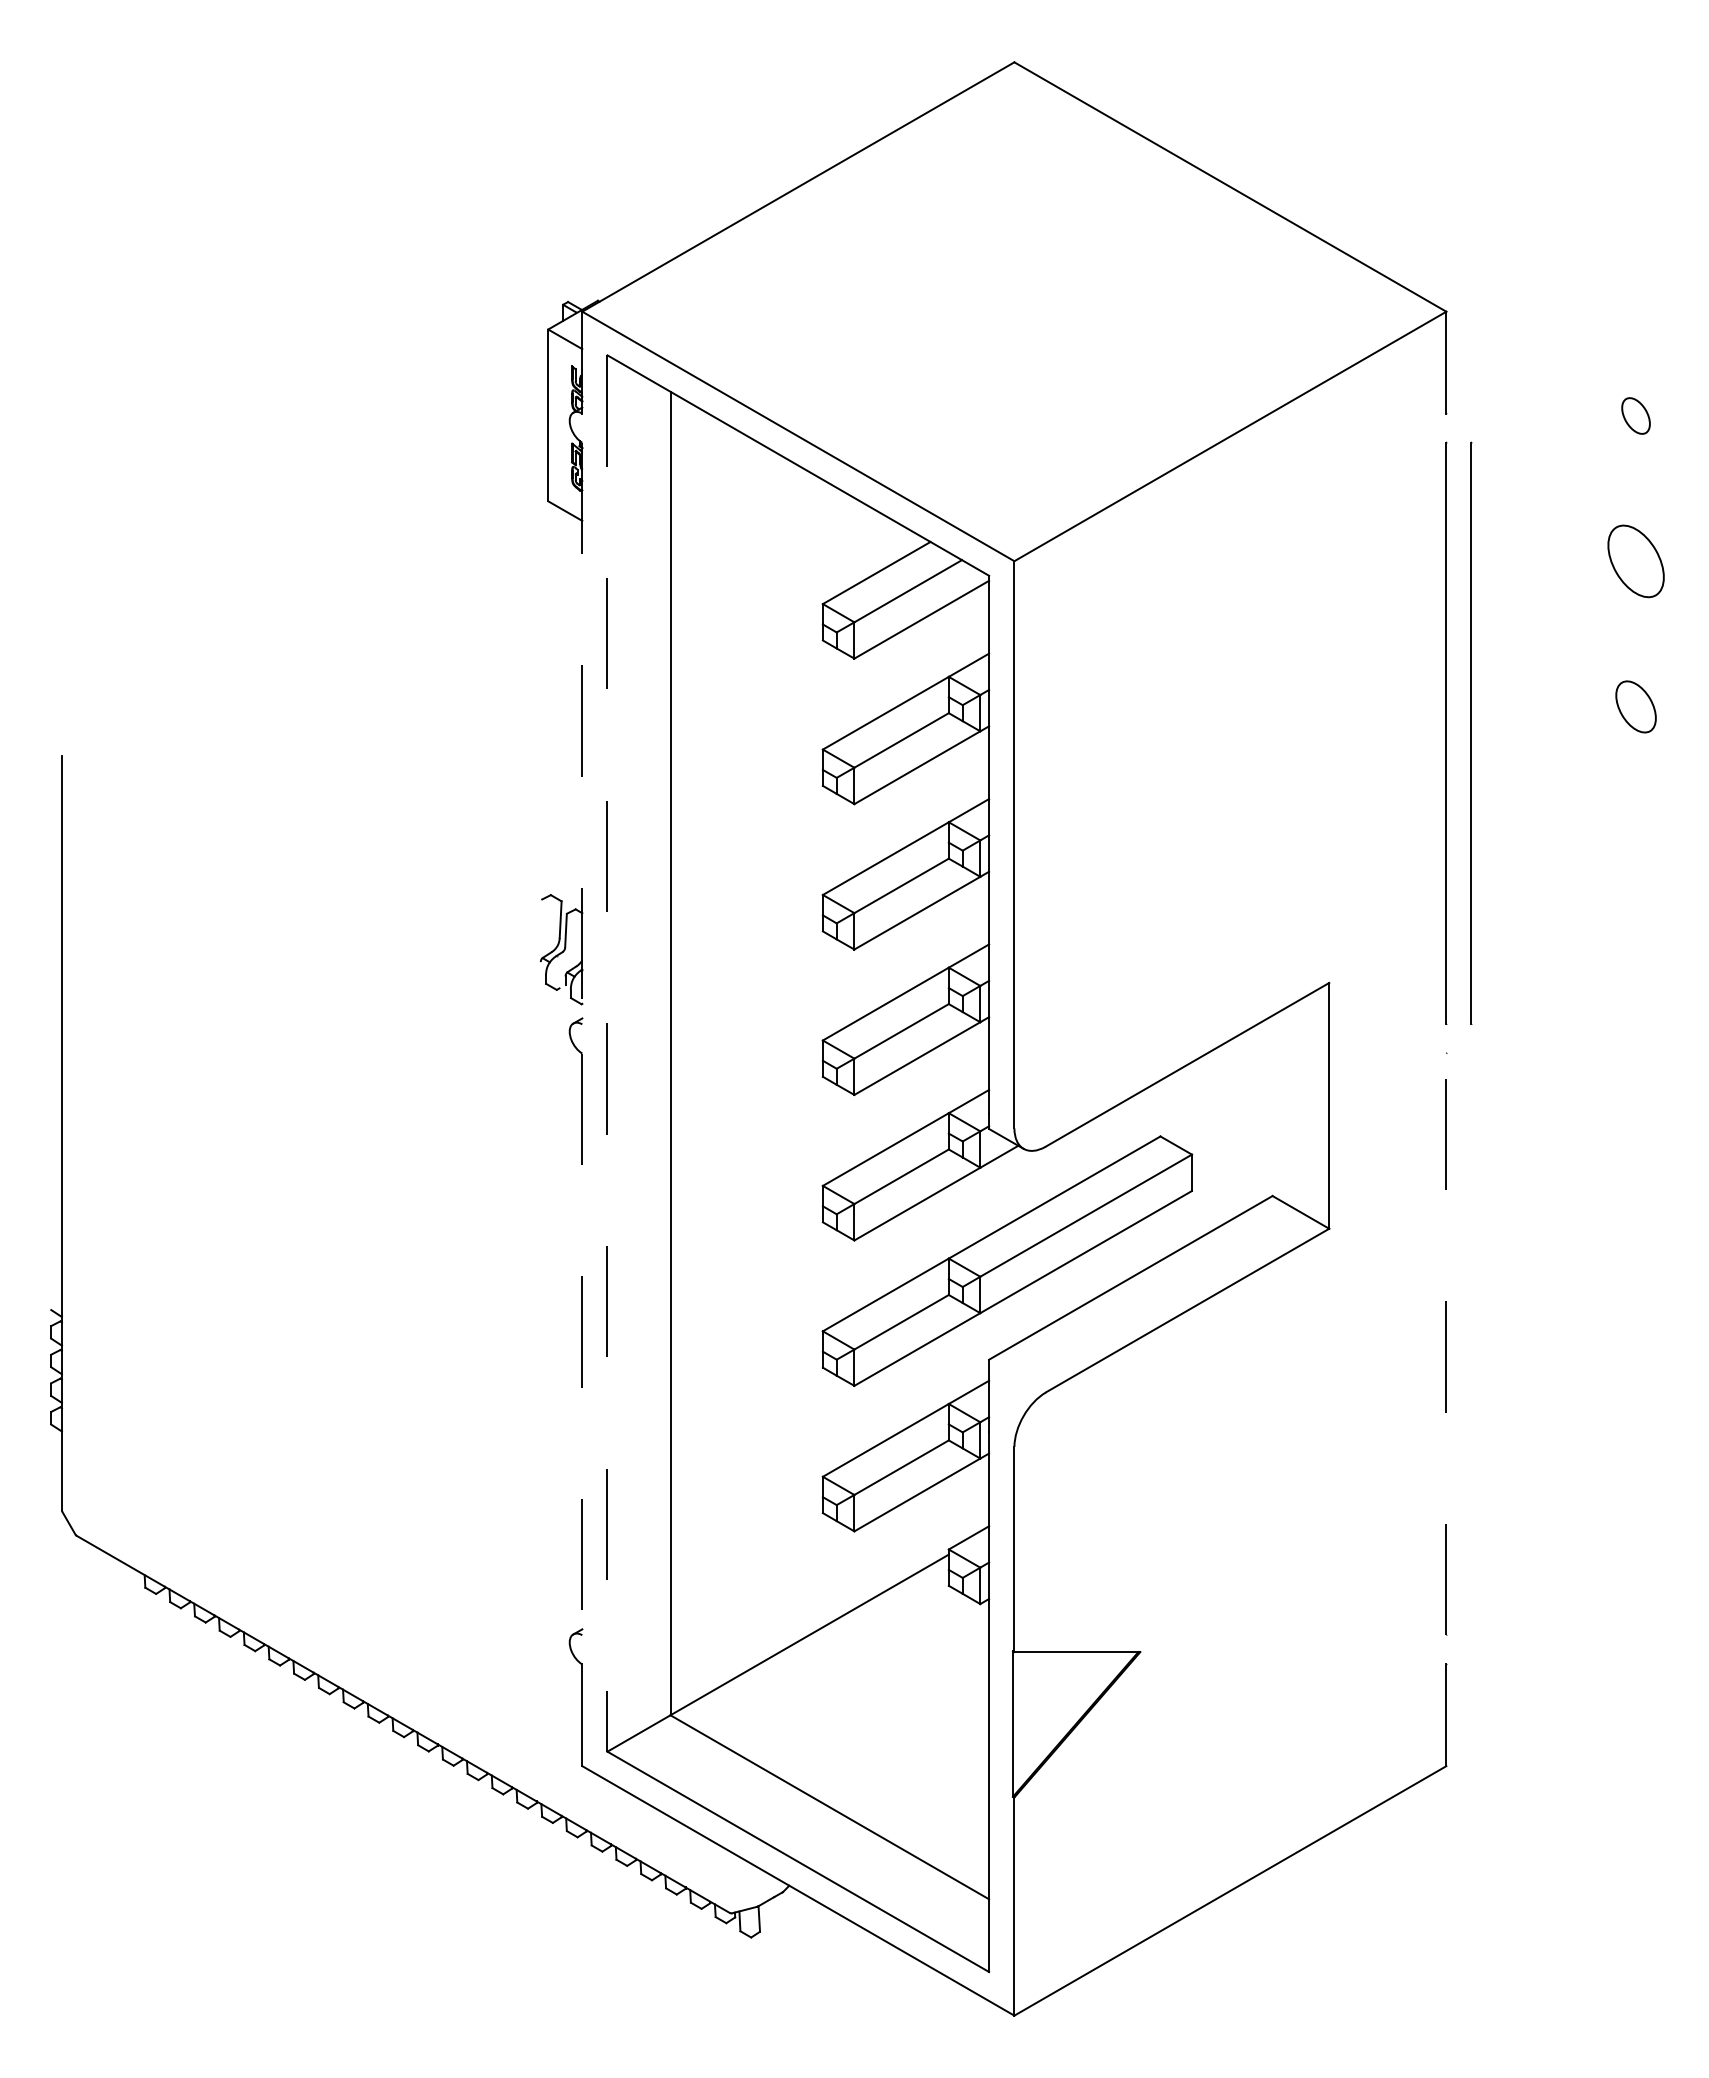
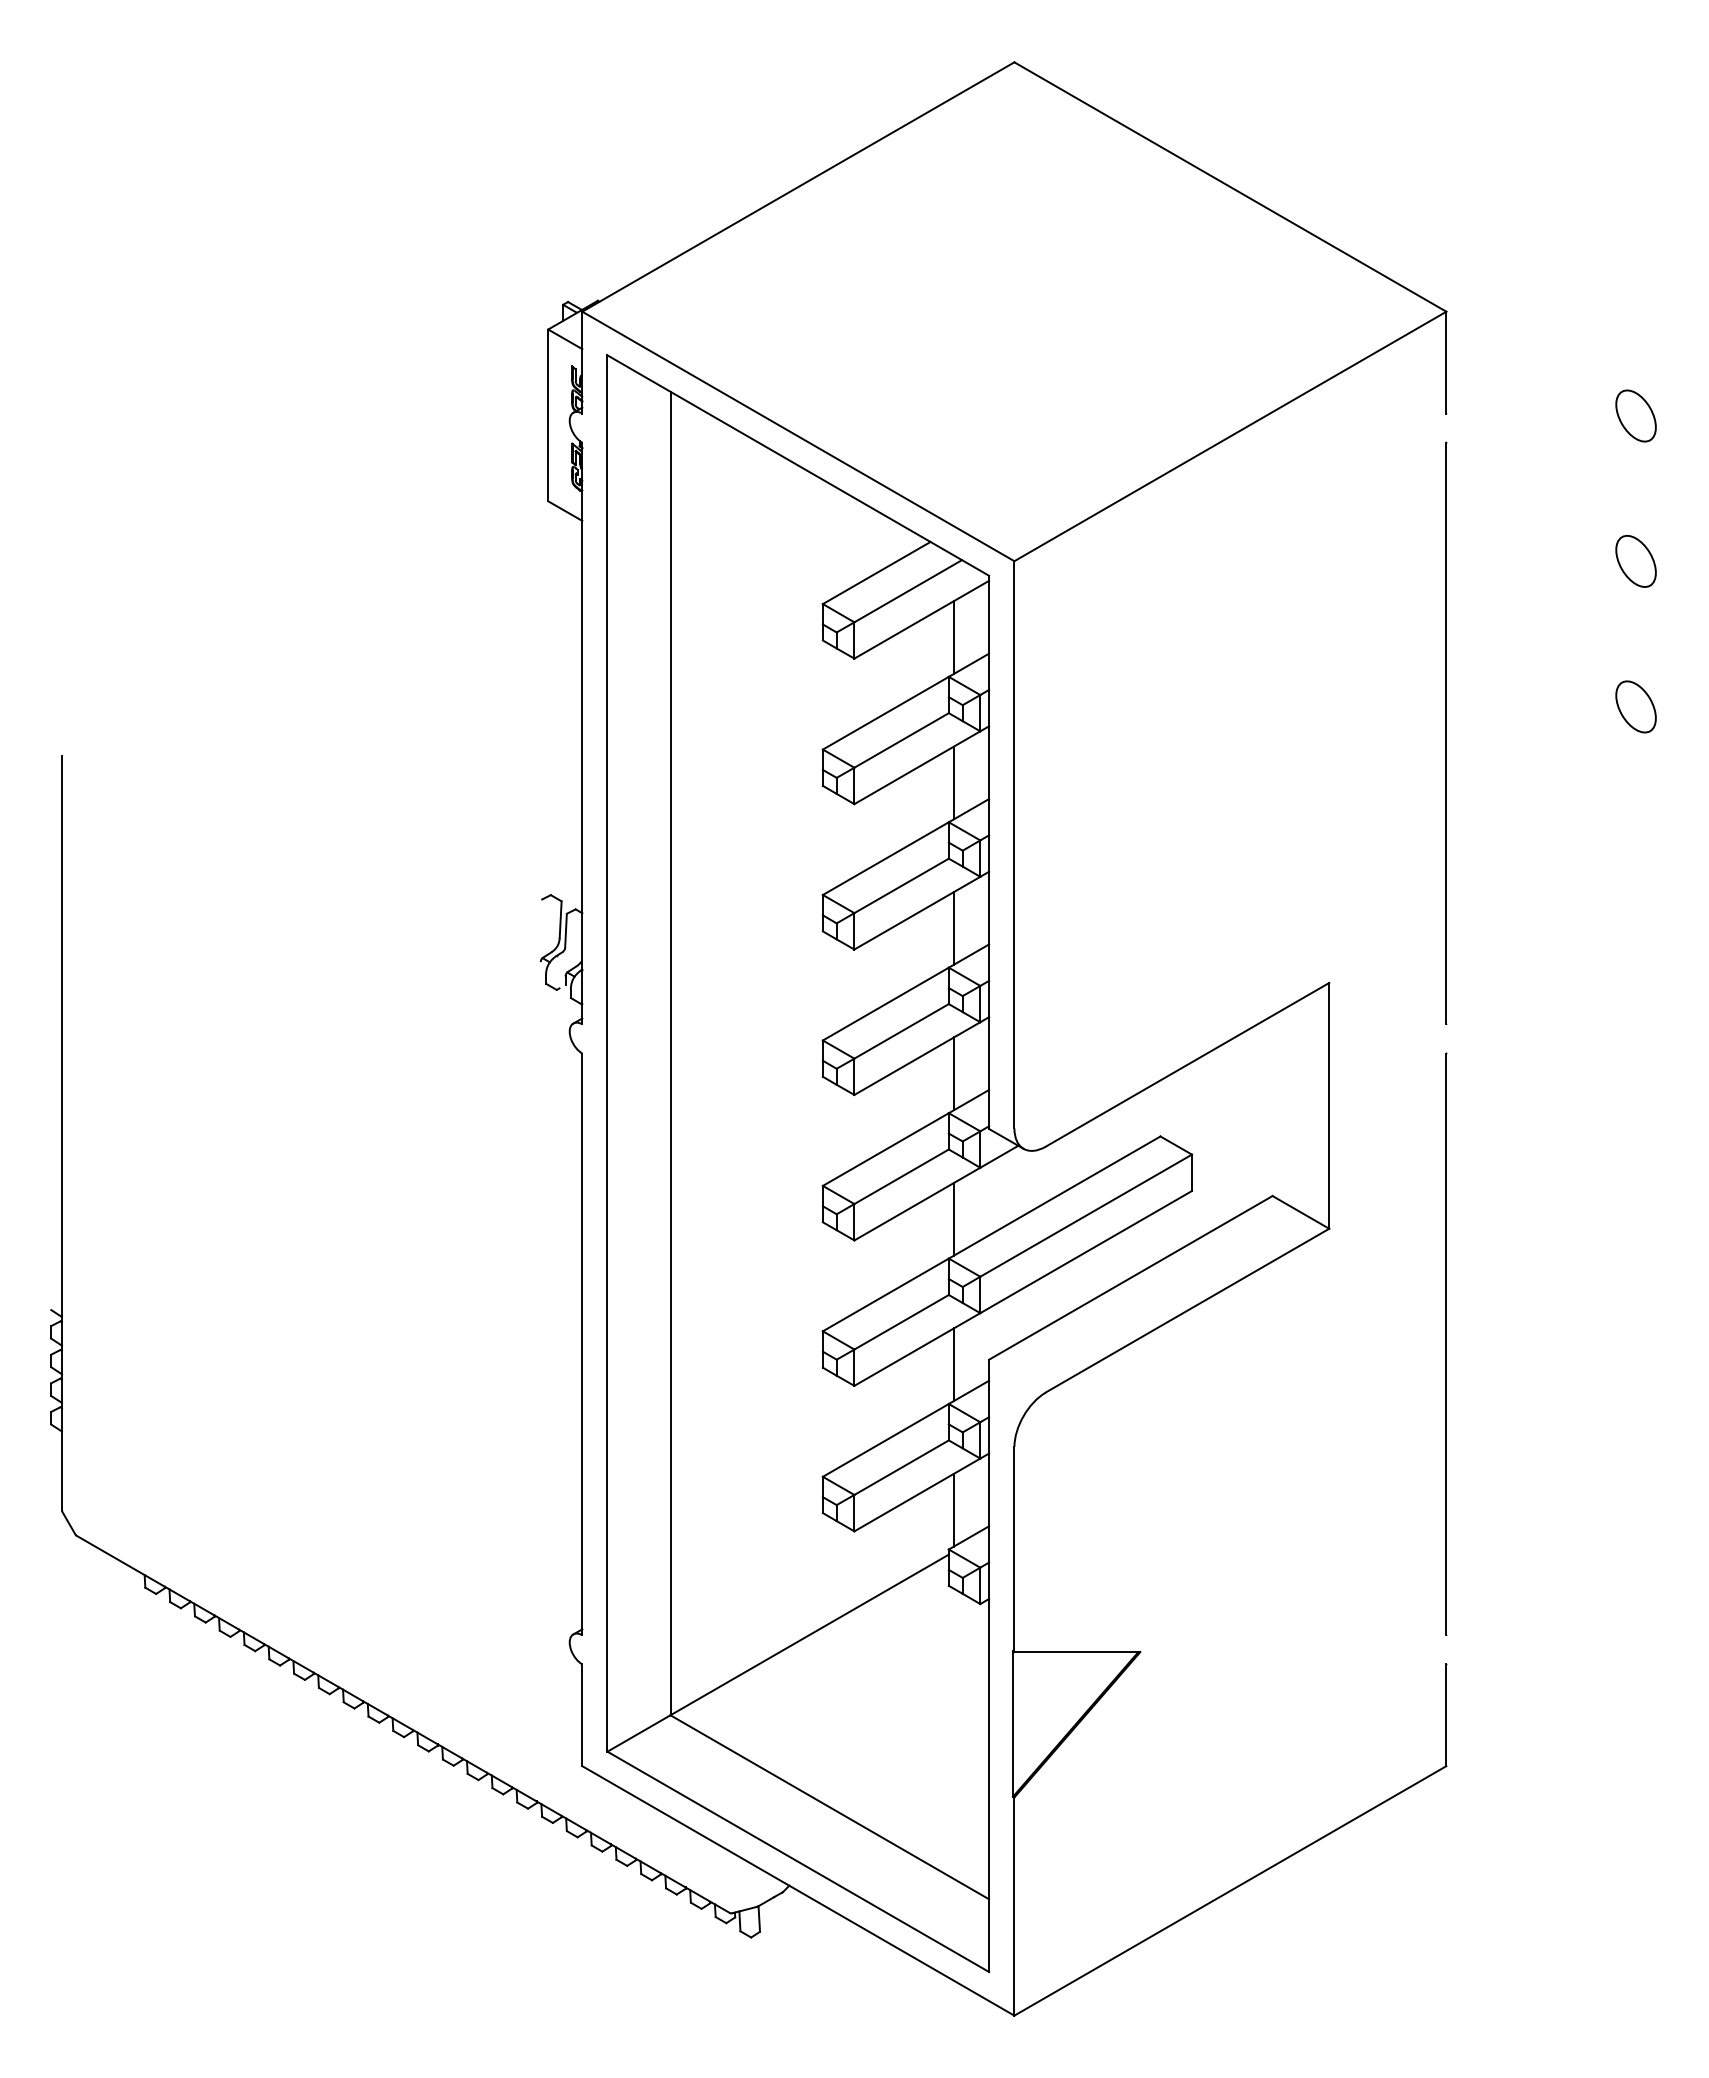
part at (1635, 415) size: 30x38 px -> 42x54 px
part at (1635, 561) size: 58x75 px -> 42x53 px
line at (953, 637): none -> present
line at (1471, 732): present -> none
line at (582, 733): dashed -> solid
line at (953, 782): none -> present
line at (953, 928): none -> present
line at (607, 1054): dashed -> solid
line at (953, 1073): none -> present
line at (953, 1219): none -> present
line at (582, 1344): dashed -> solid
line at (1446, 1344): dashed -> solid
line at (953, 1364): none -> present
line at (953, 1509): none -> present
